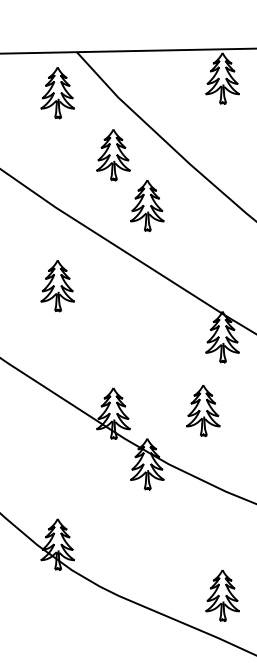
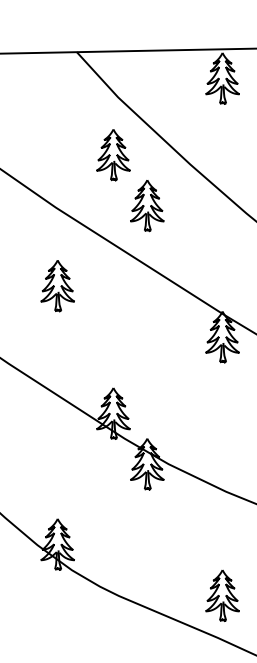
part at (57, 93): present -> none
part at (203, 411): present -> none
